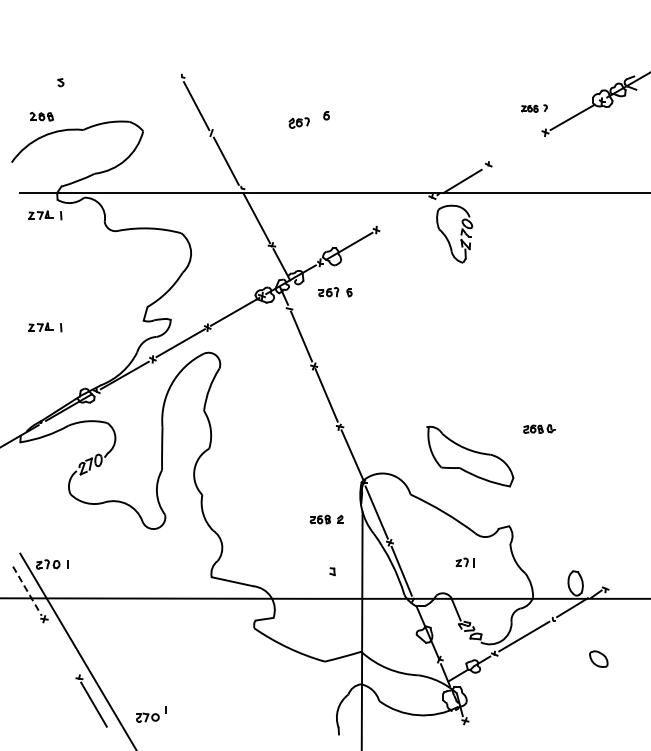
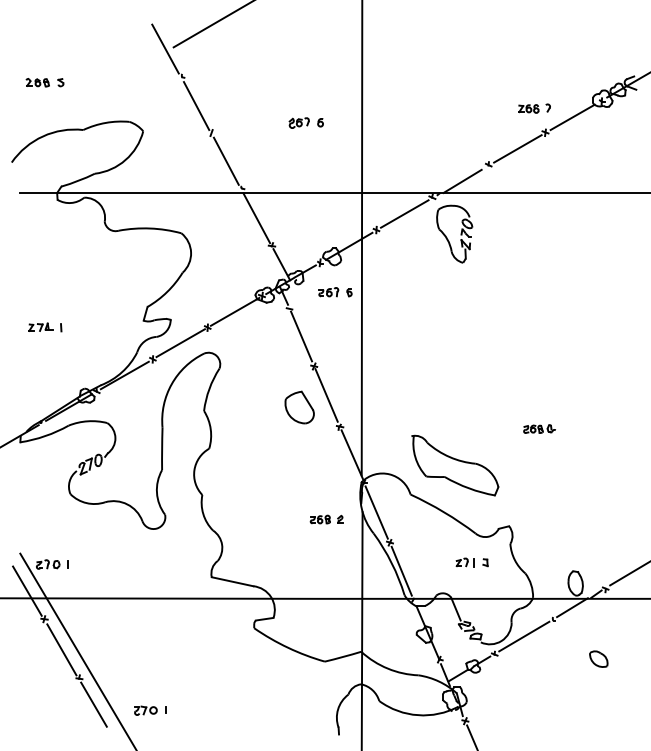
line at (212, 24): none -> present
line at (165, 48): none -> present
part at (534, 108) size: 27x9 px -> 33x11 px
part at (326, 115) position: (326, 115) -> (320, 122)
part at (41, 116) position: (41, 116) -> (37, 82)
line at (517, 148): none -> present
line at (404, 213): none -> present
part at (45, 215): present -> none
line at (361, 238): none -> present
part at (299, 407): none -> present
part at (470, 456) position: (470, 456) -> (455, 465)
part at (332, 571) position: (332, 571) -> (485, 562)
line at (628, 574): none -> present
line at (27, 591): dashed -> solid
line at (61, 649): none -> present
part at (147, 717) position: (147, 717) -> (145, 710)
line at (471, 736): none -> present
